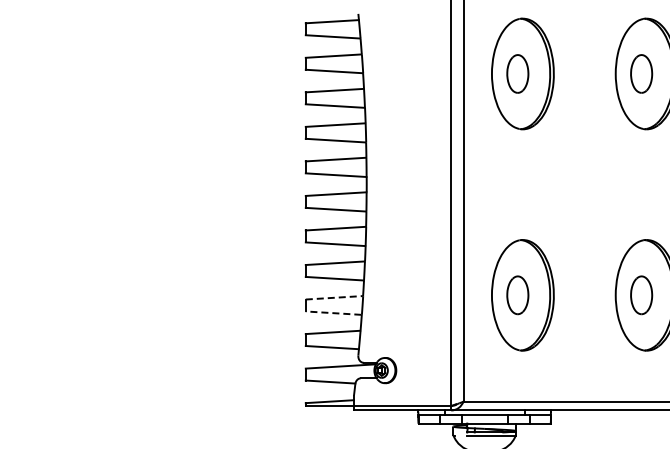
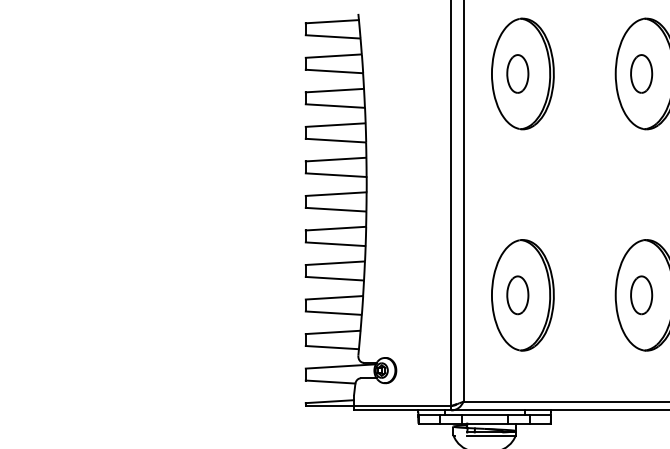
line at (334, 297): dashed -> solid
line at (333, 313): dashed -> solid
